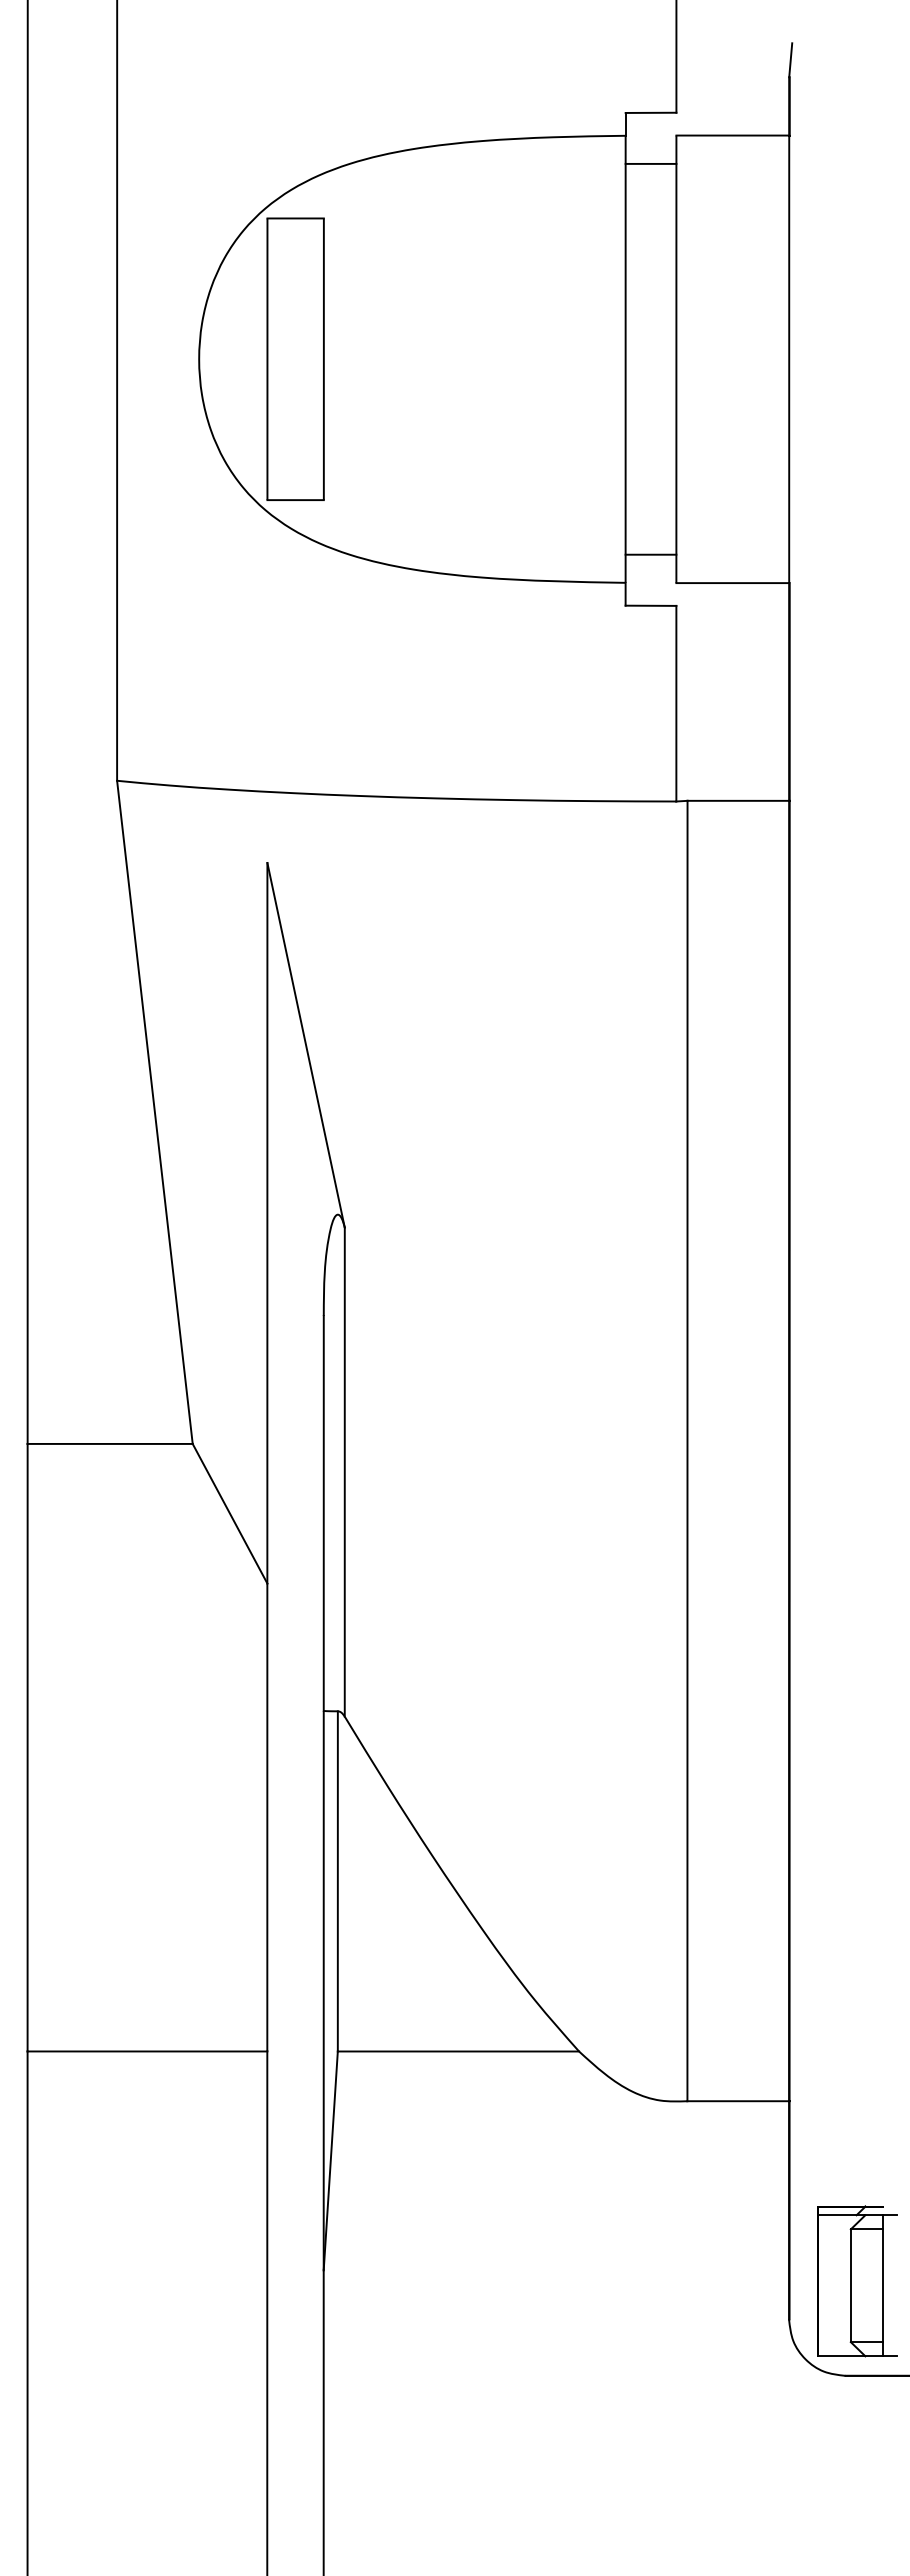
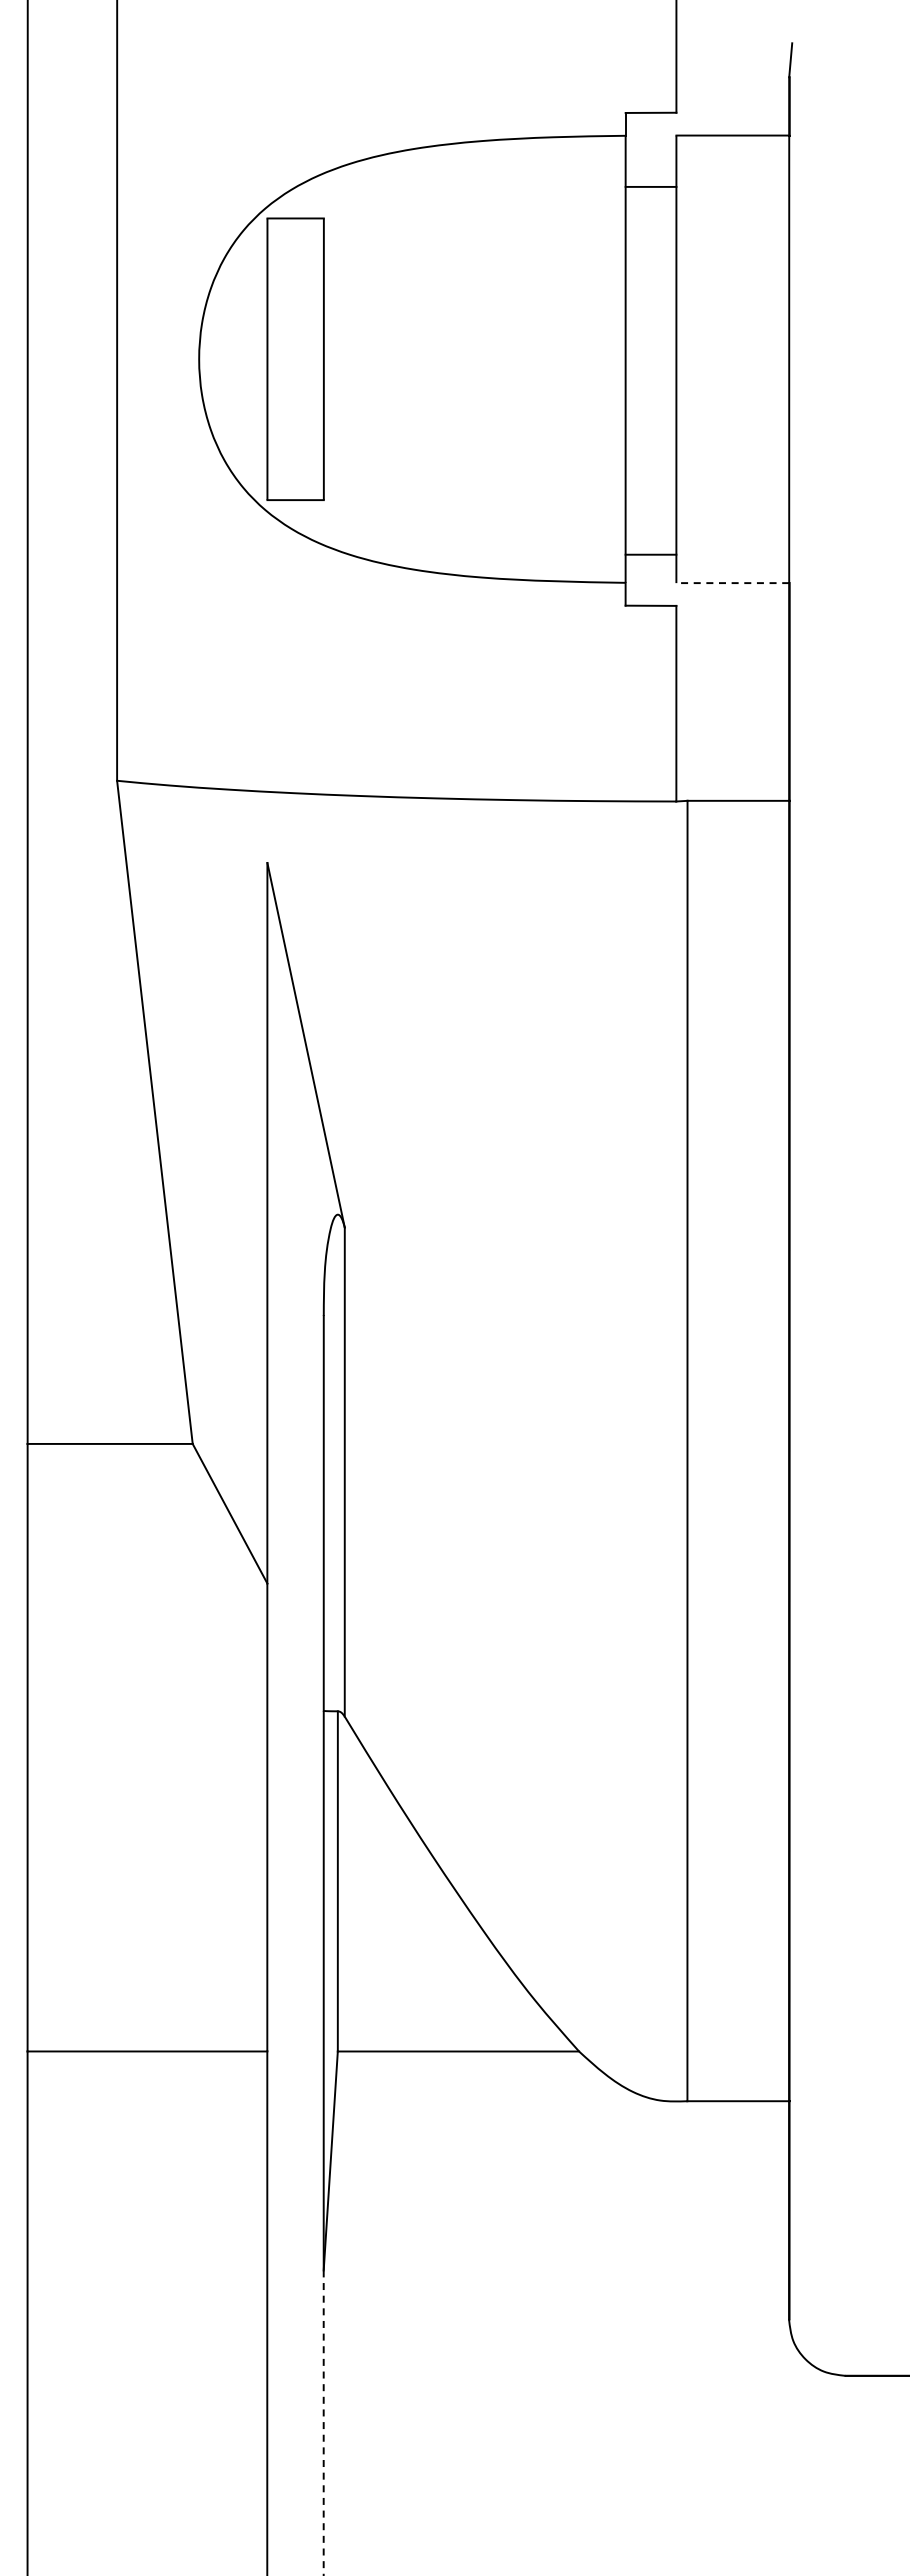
line at (650, 163) position: (650, 163) -> (650, 186)
line at (732, 583): solid -> dashed
part at (857, 2281): present -> none
line at (323, 2423): solid -> dashed
